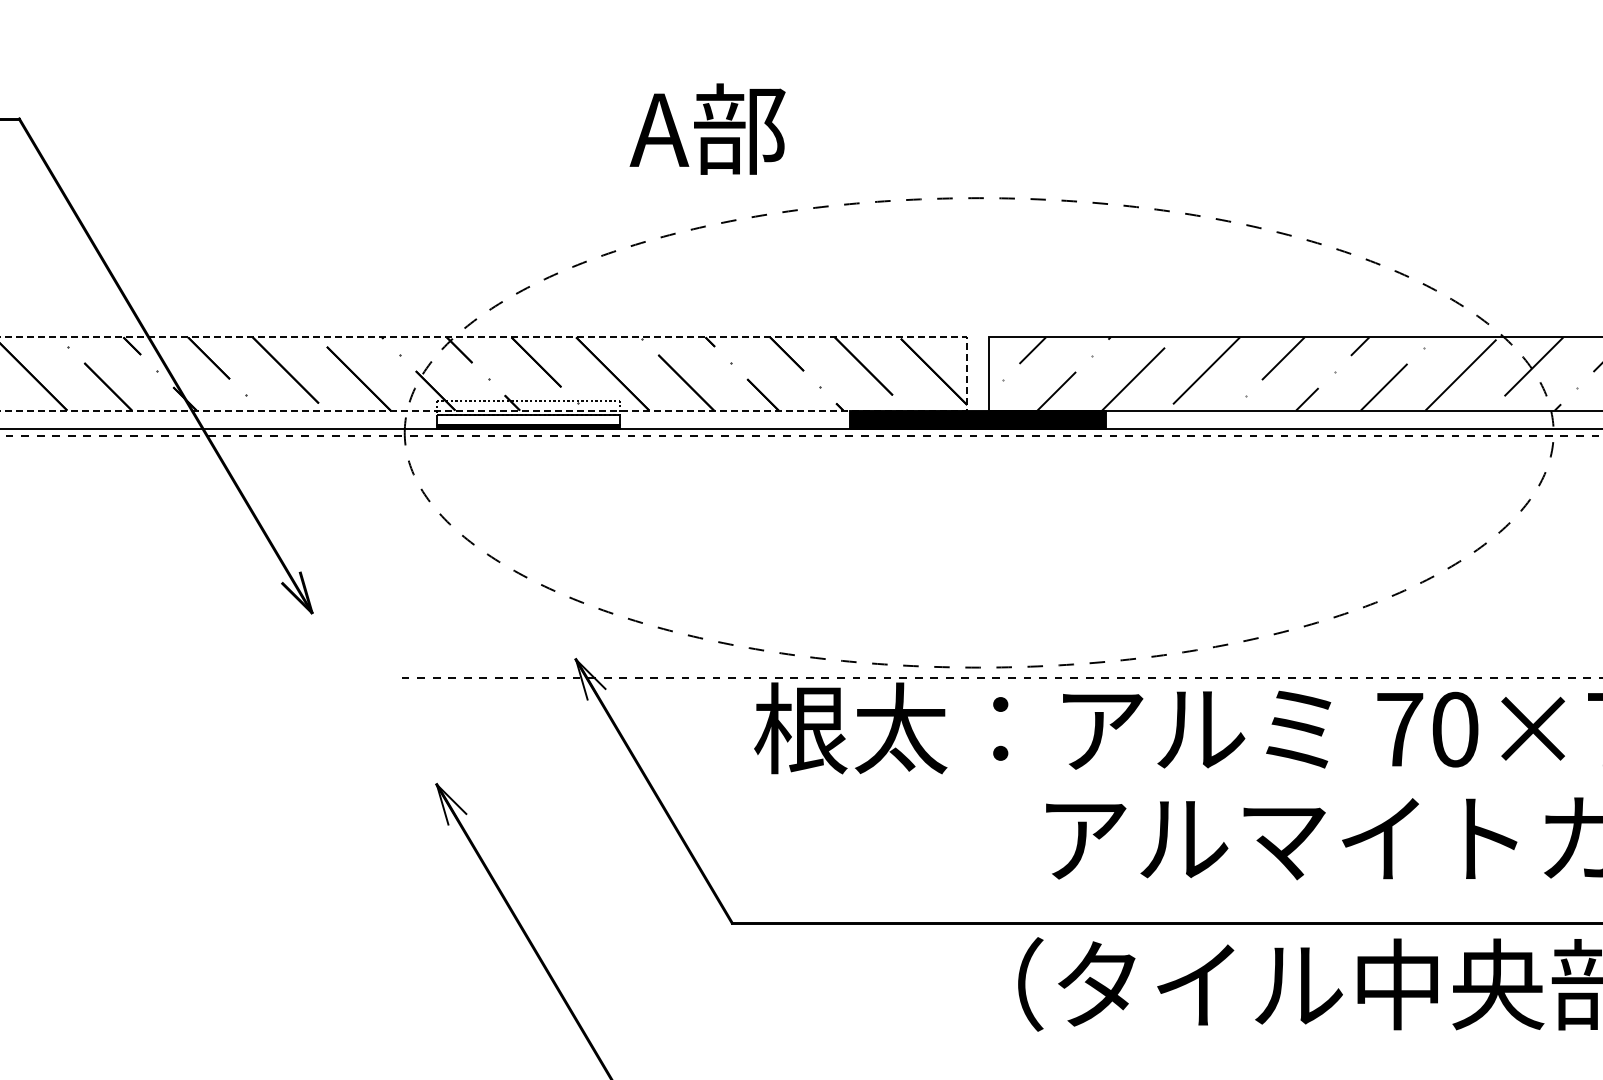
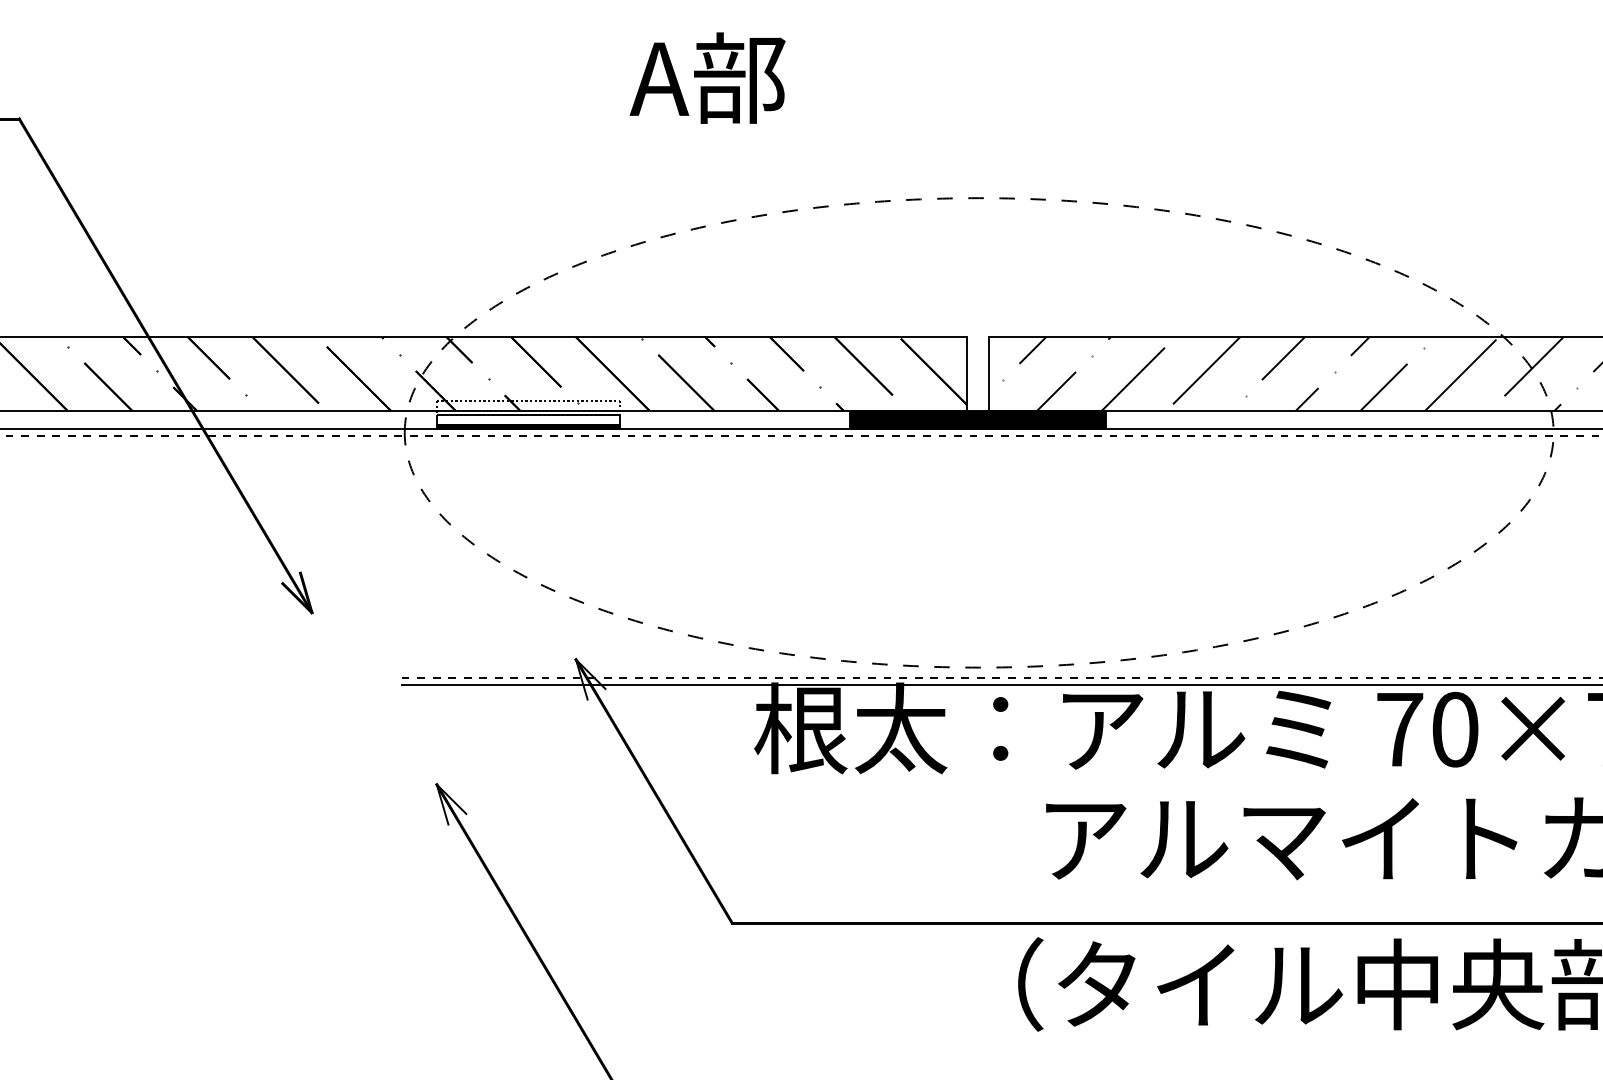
text at (707, 128) position: (707, 128) -> (707, 77)
line at (967, 374): dashed -> solid
line at (1000, 684): none -> present
